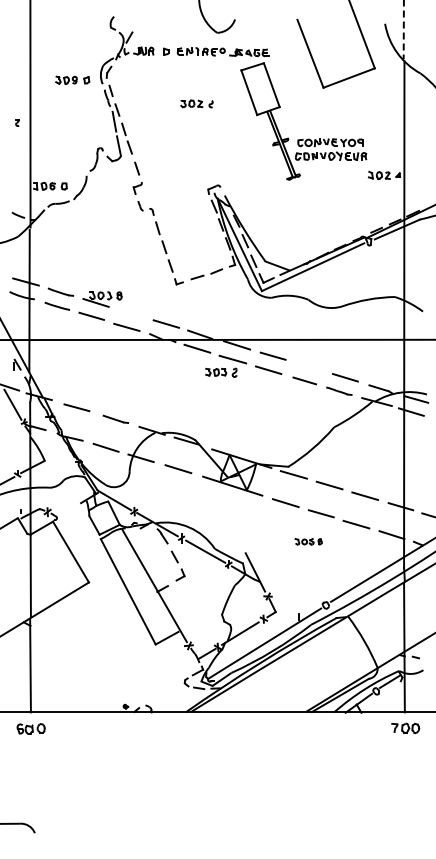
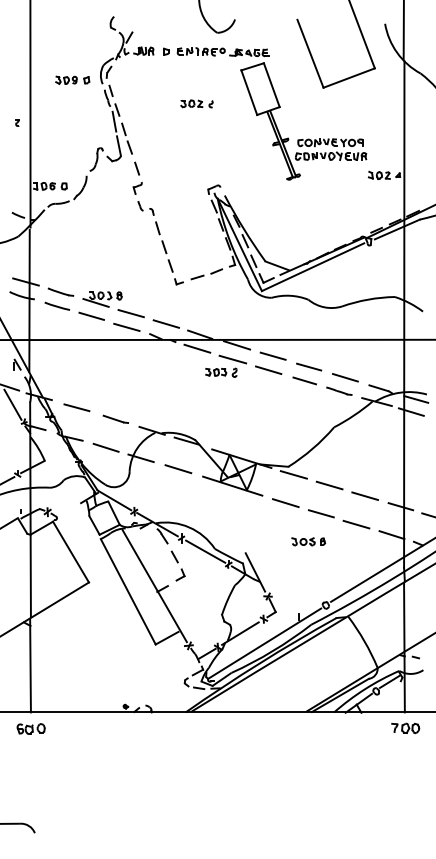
line at (403, 30): dashed -> solid
line at (130, 313): none -> present
line at (309, 366): none -> present
part at (308, 541) size: 29x8 px -> 36x10 px
